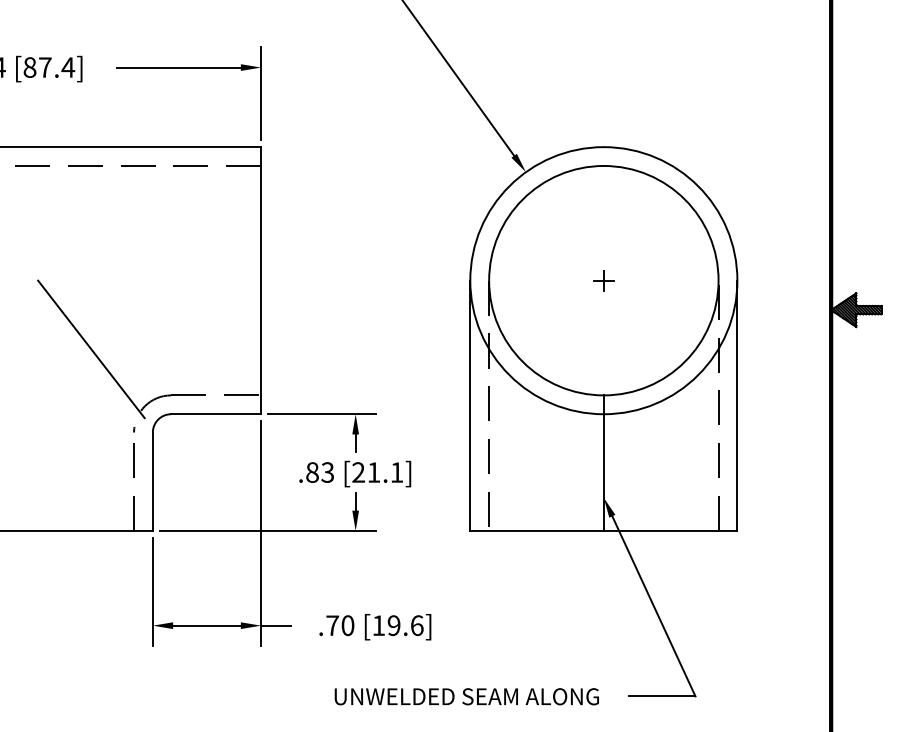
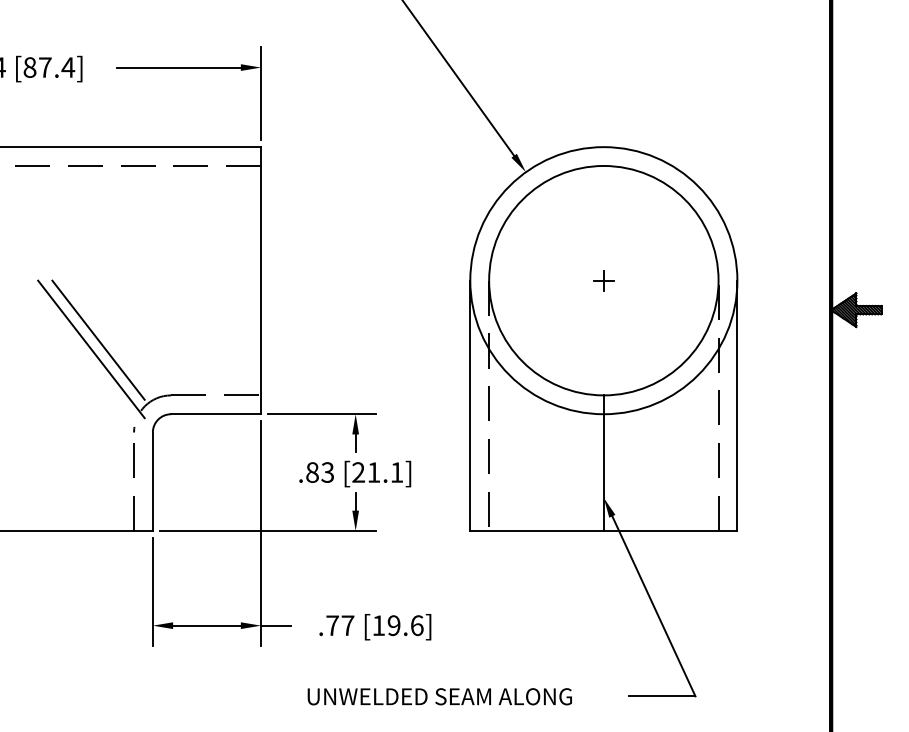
line at (98, 339): none -> present
text at (347, 625): .70 -> .77
text at (466, 696) position: (466, 696) -> (439, 696)
